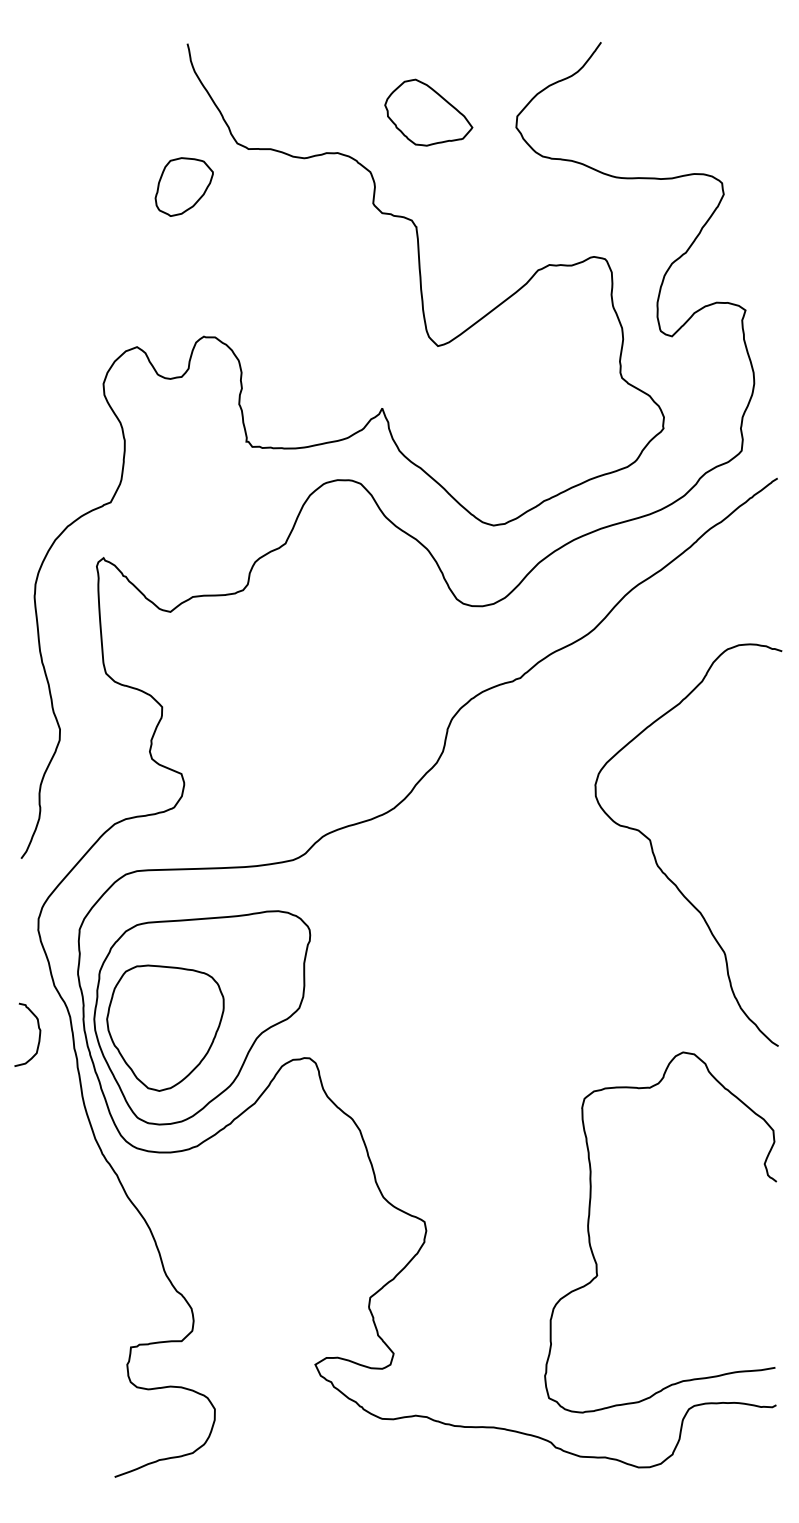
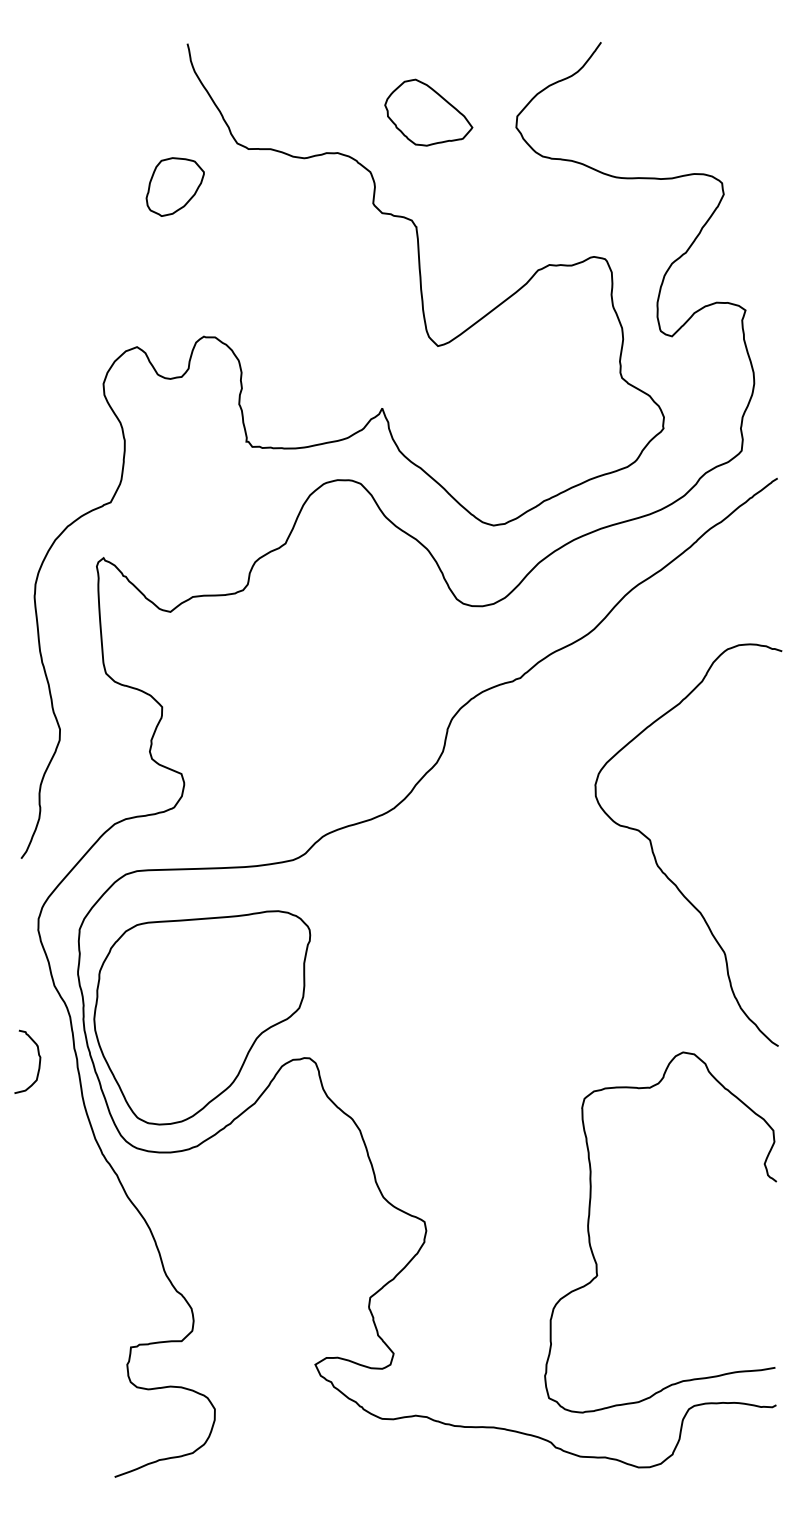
part at (183, 186) position: (183, 186) -> (174, 186)
part at (165, 1027): present -> none
curve at (38, 1037) position: (38, 1037) -> (38, 1064)
